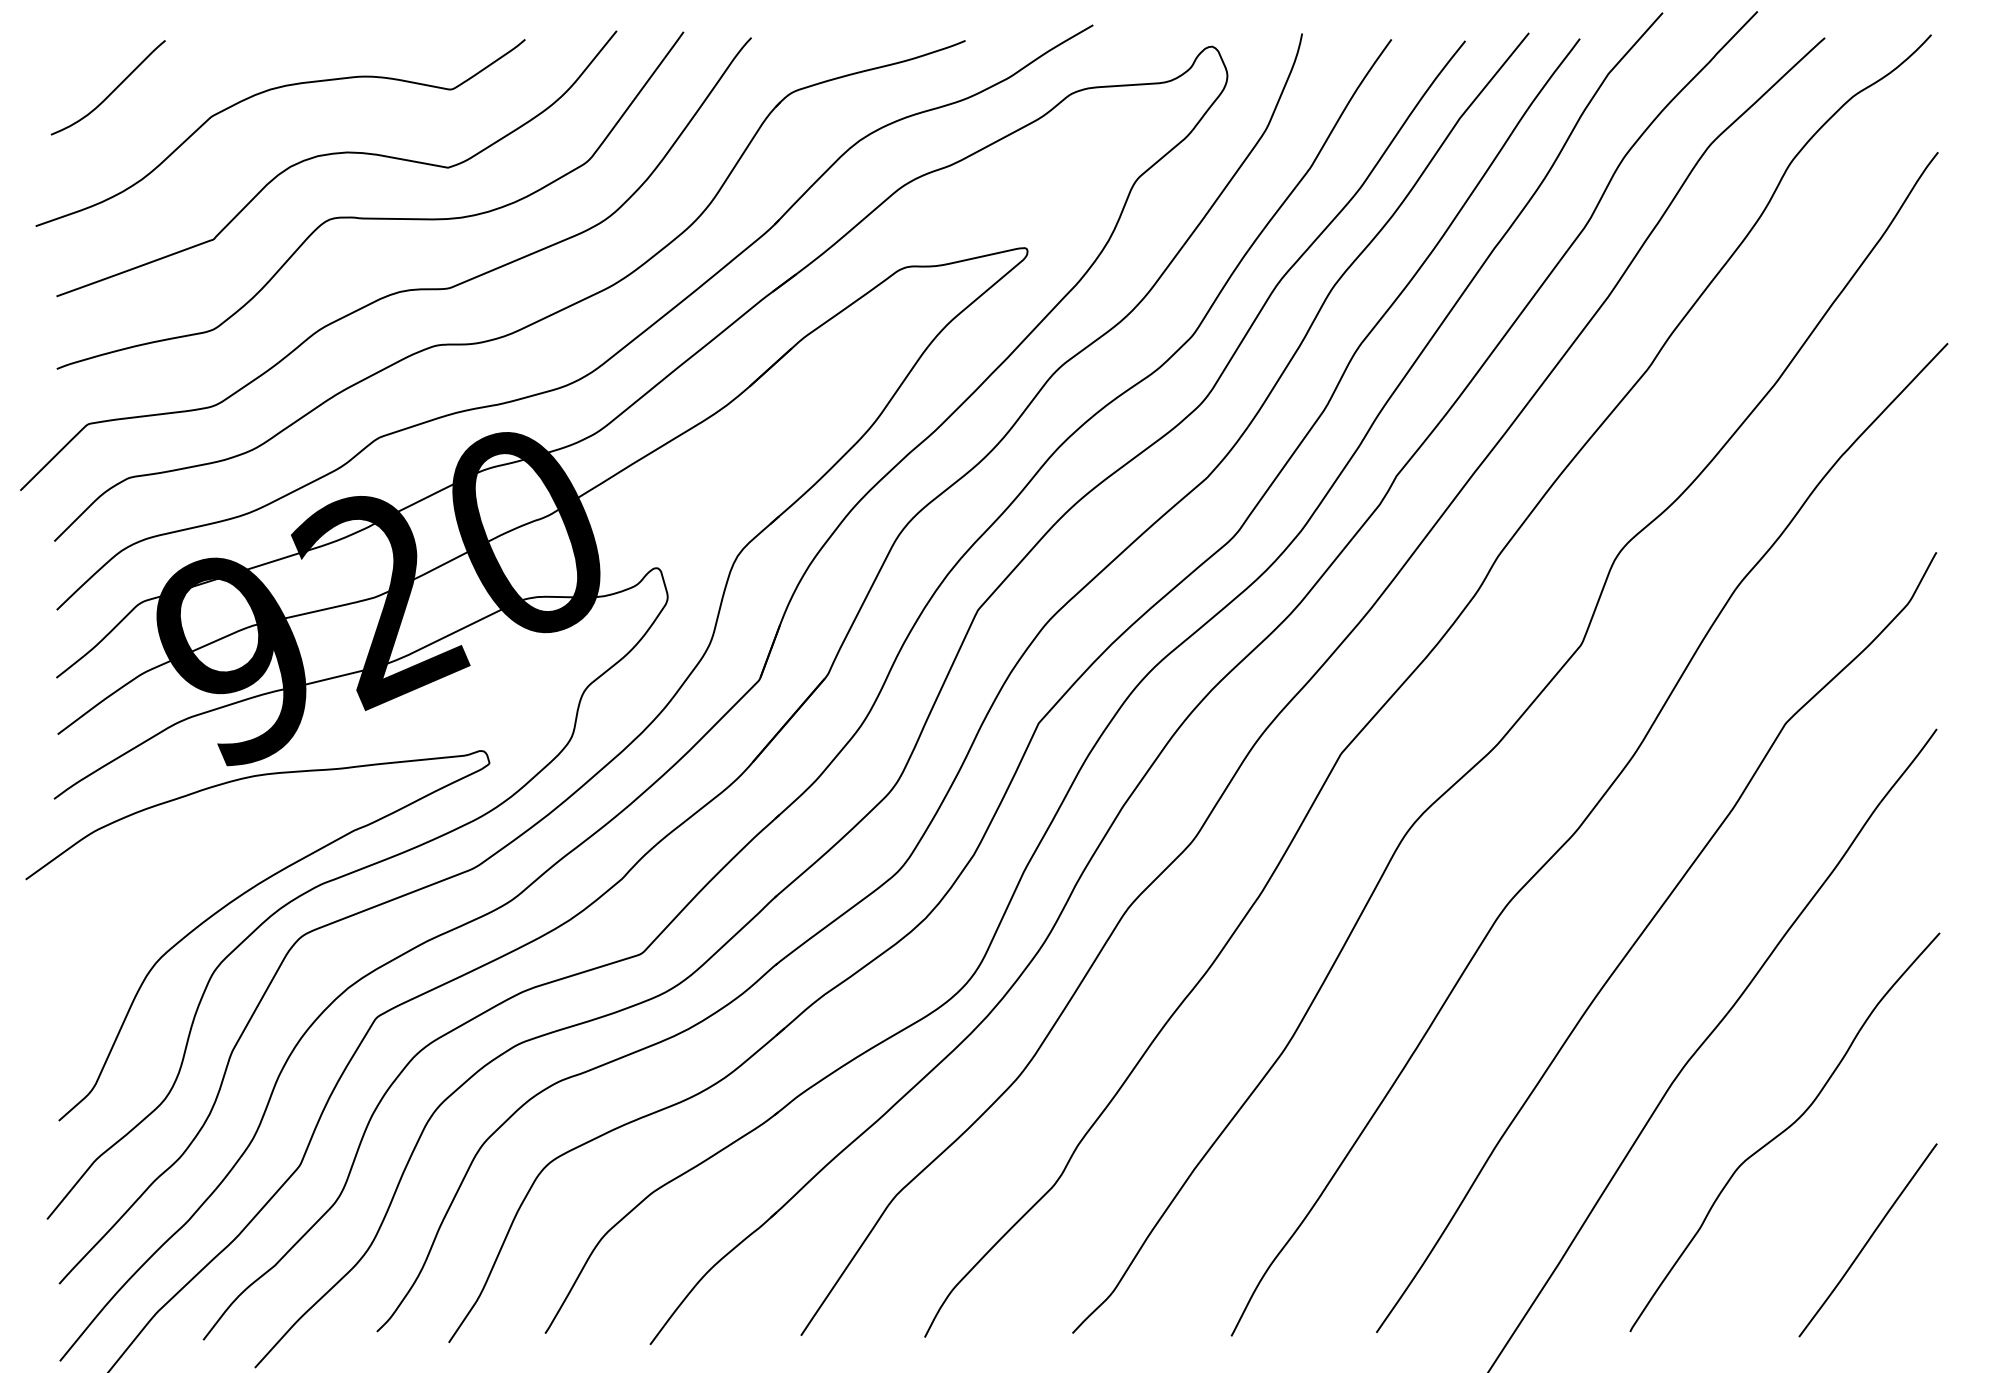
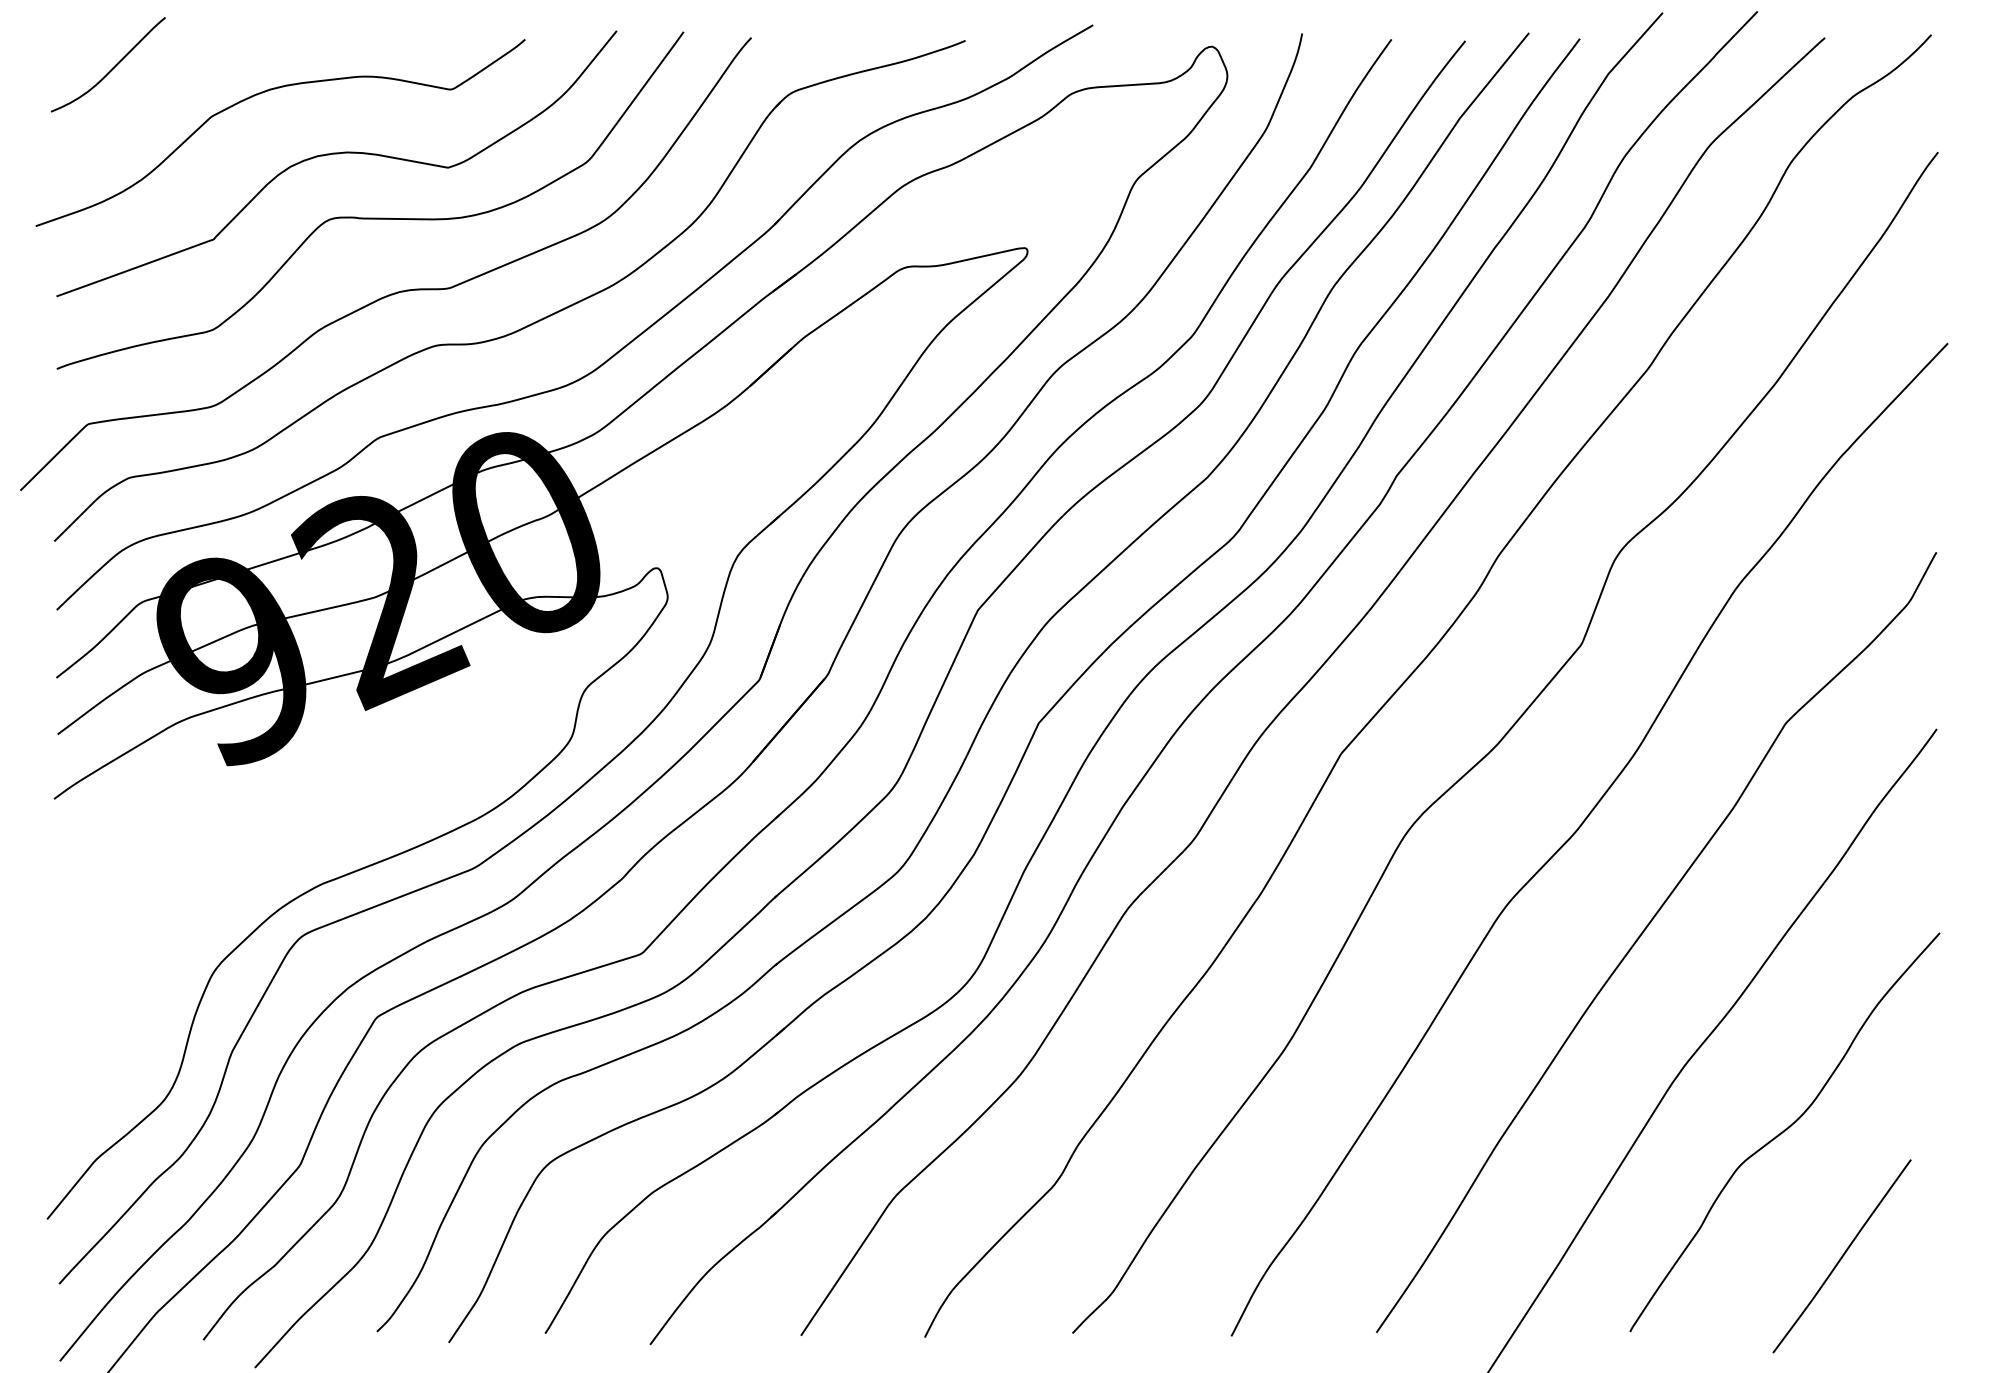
curve at (111, 91) position: (111, 91) -> (111, 68)
curve at (235, 900): present -> none
curve at (1867, 1240) position: (1867, 1240) -> (1841, 1256)
